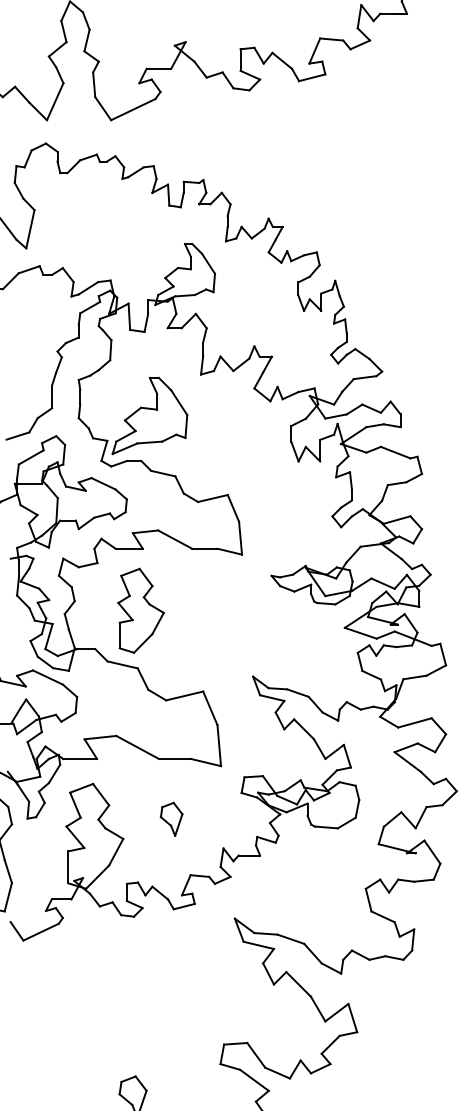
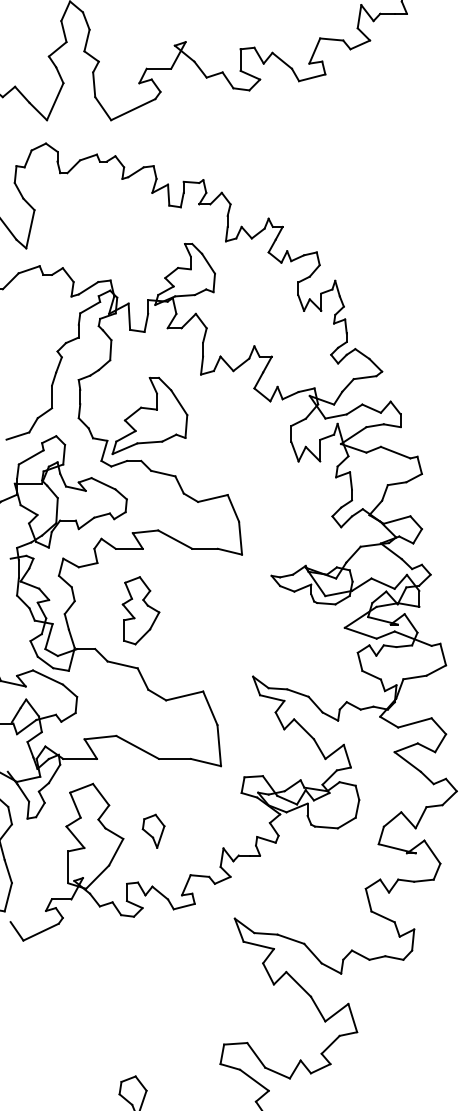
part at (140, 610) size: 48x87 px -> 40x70 px
part at (171, 818) position: (171, 818) -> (153, 830)
